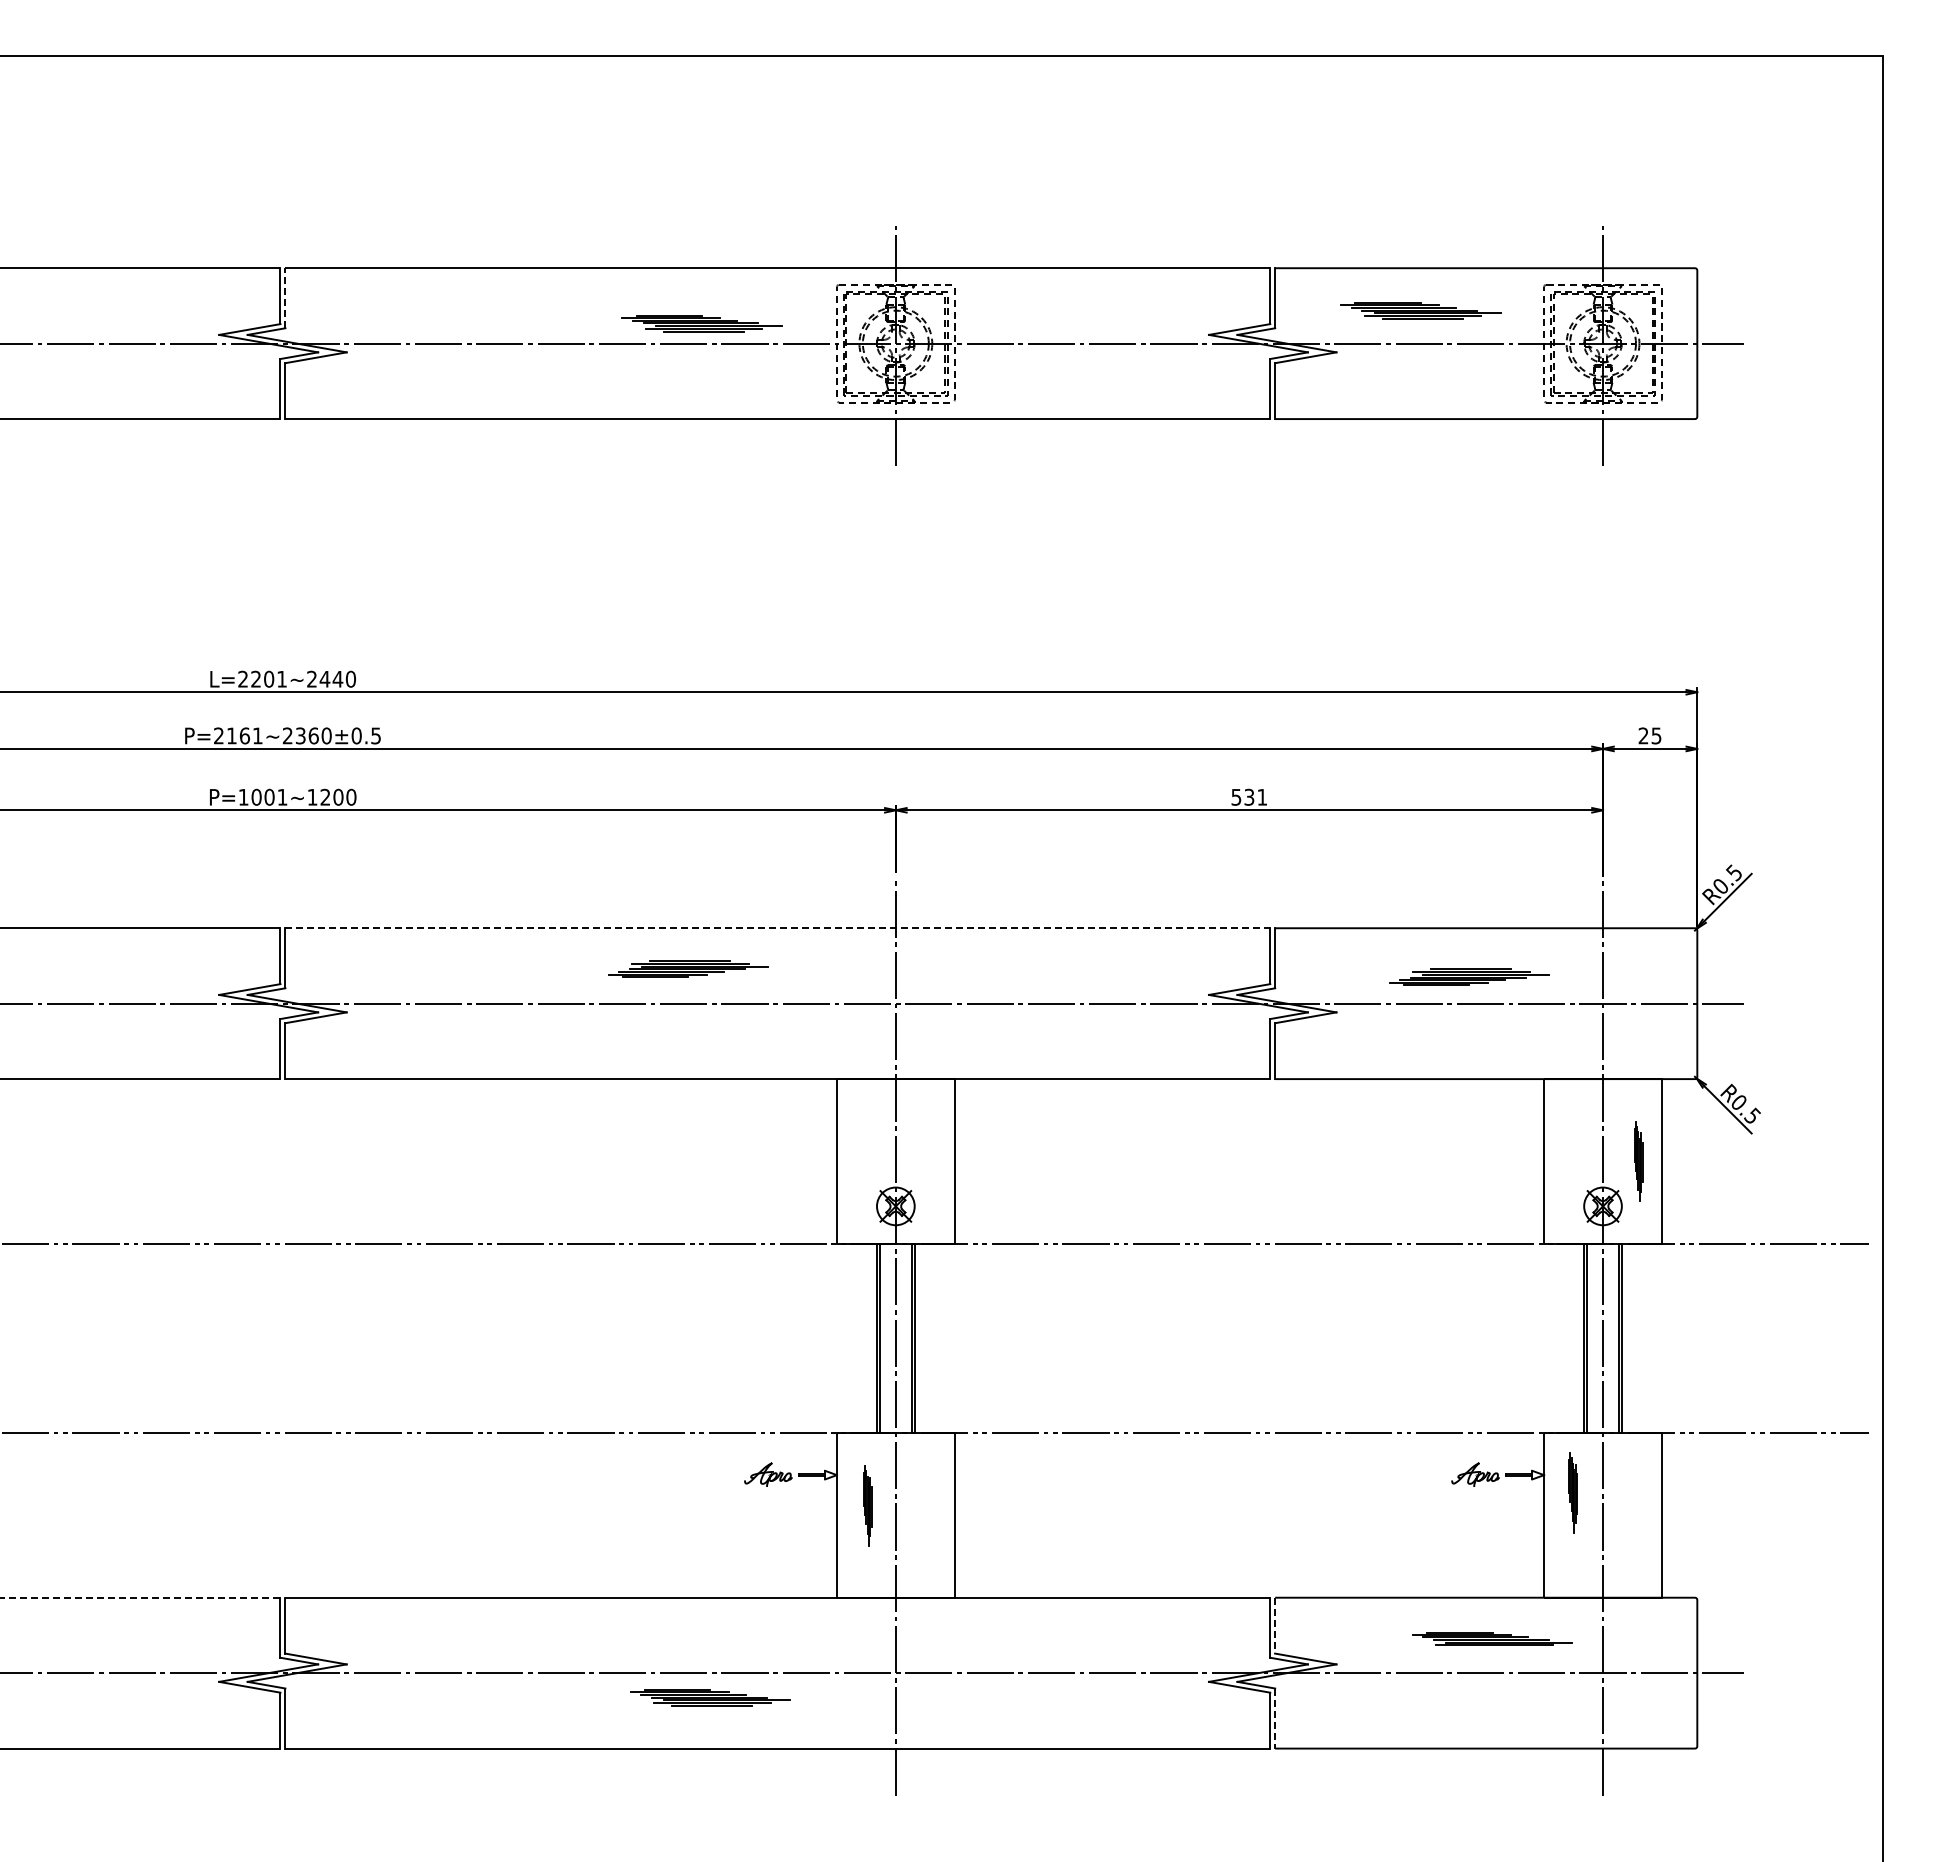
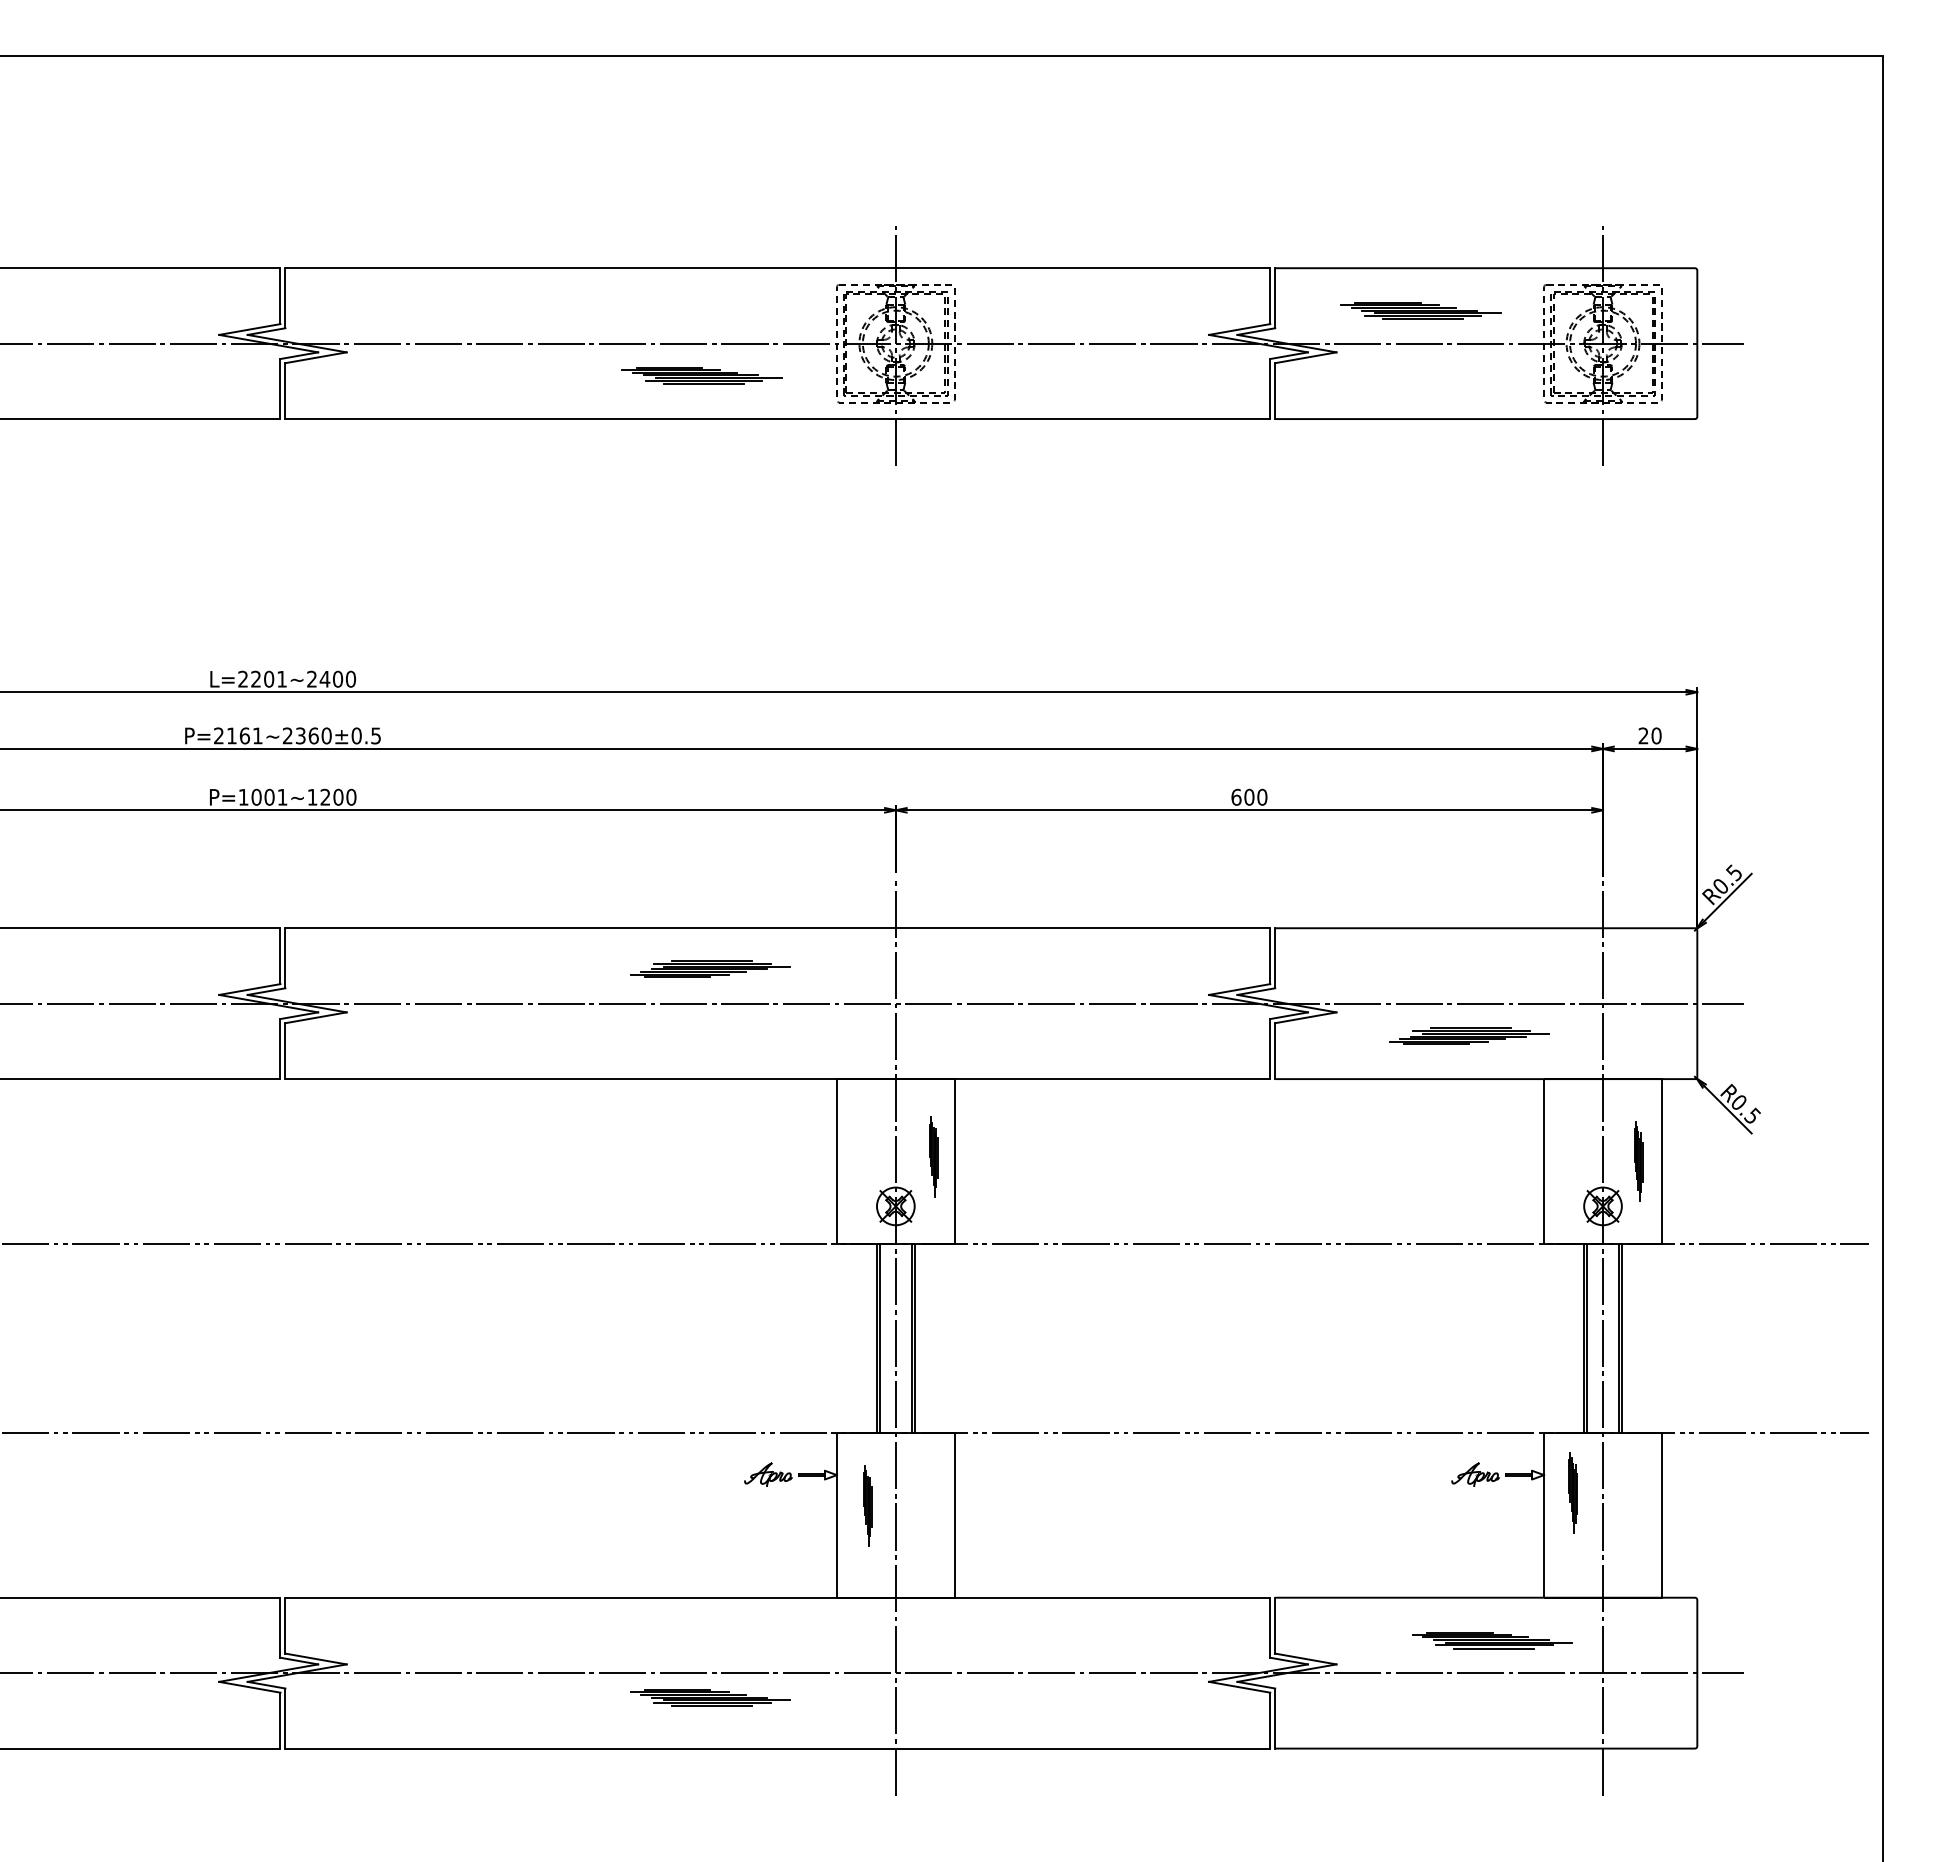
line at (285, 297): dashed -> solid
part at (701, 323) position: (701, 323) -> (701, 375)
text at (337, 678): L=2201~2440 -> L=2201~2400
text at (1656, 735): 25 -> 20
text at (1249, 796): 531 -> 600
line at (778, 928): dashed -> solid
part at (688, 968) position: (688, 968) -> (710, 968)
part at (1469, 976) position: (1469, 976) -> (1469, 1035)
part at (933, 1156): none -> present
line at (140, 1597): dashed -> solid
line at (1275, 1625): dashed -> solid
line at (1494, 1648): none -> present
line at (1275, 1719): dashed -> solid
